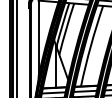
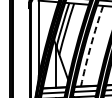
arc at (90, 45): solid -> dashed
line at (16, 48): present -> none
